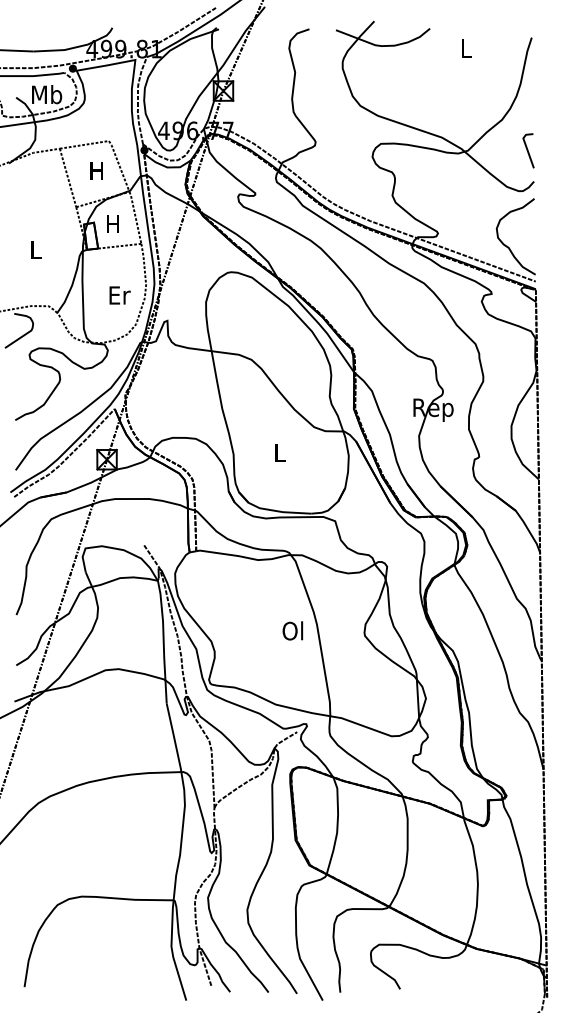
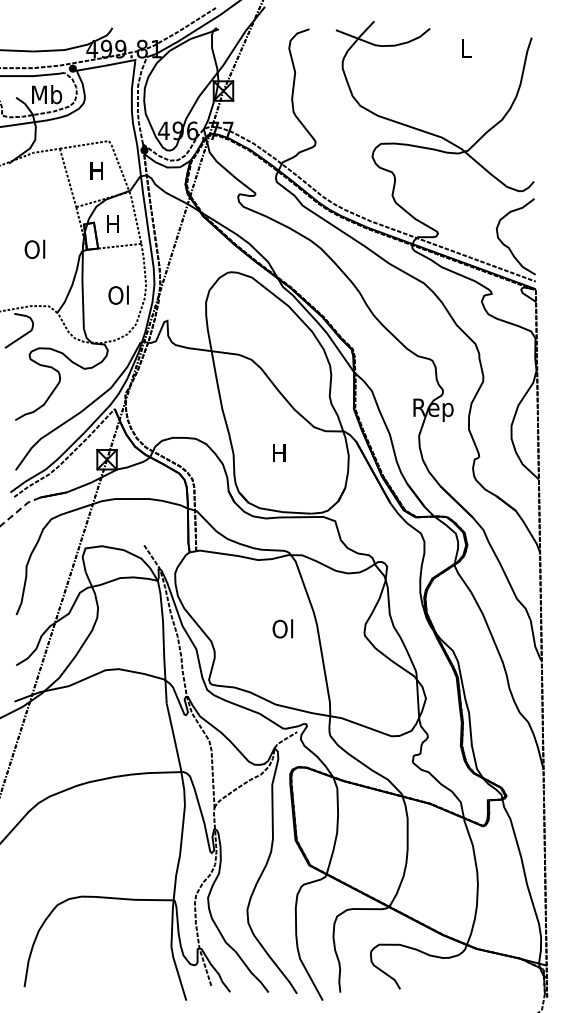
line at (528, 150): present -> none
text at (34, 248): L -> Ol
text at (119, 294): Er -> Ol
text at (279, 452): L -> H
line at (19, 509): solid -> dashed
text at (292, 630) position: (292, 630) -> (282, 628)
